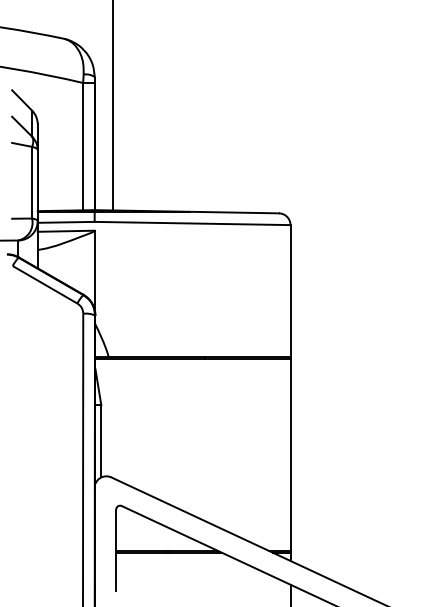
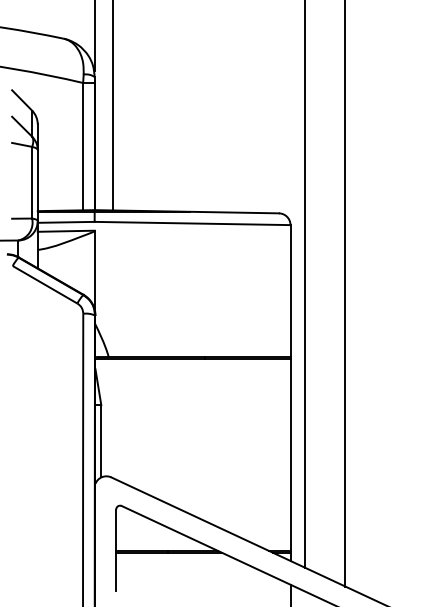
line at (94, 36): none -> present
line at (304, 284): none -> present
line at (345, 294): none -> present
